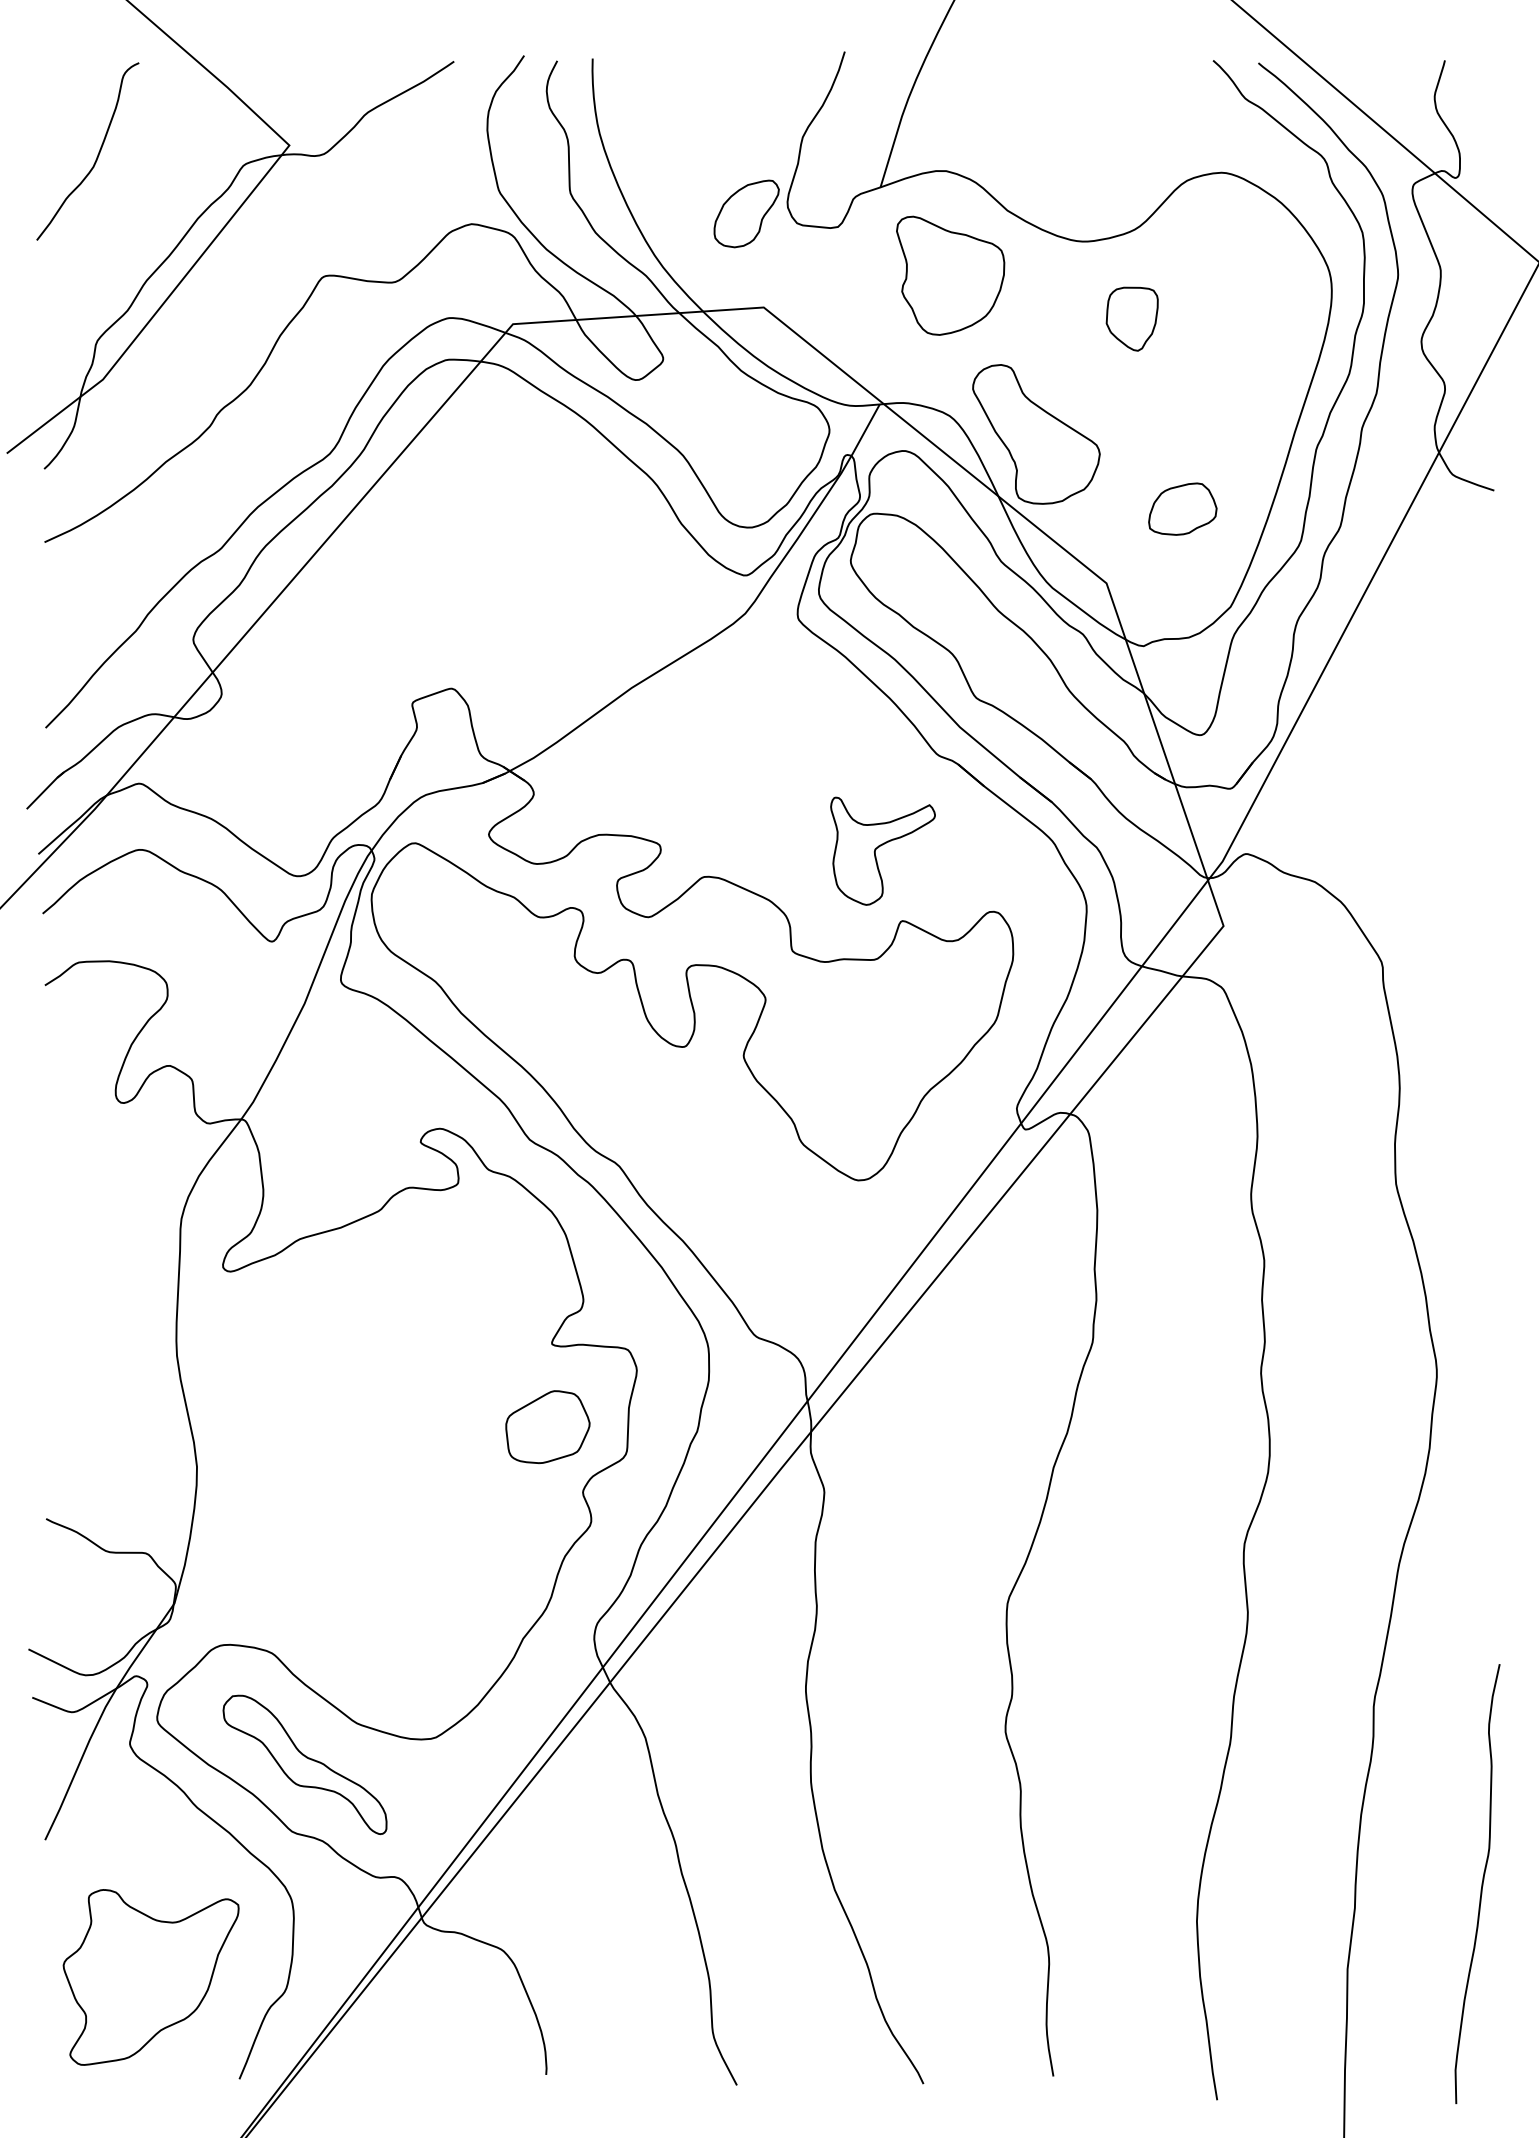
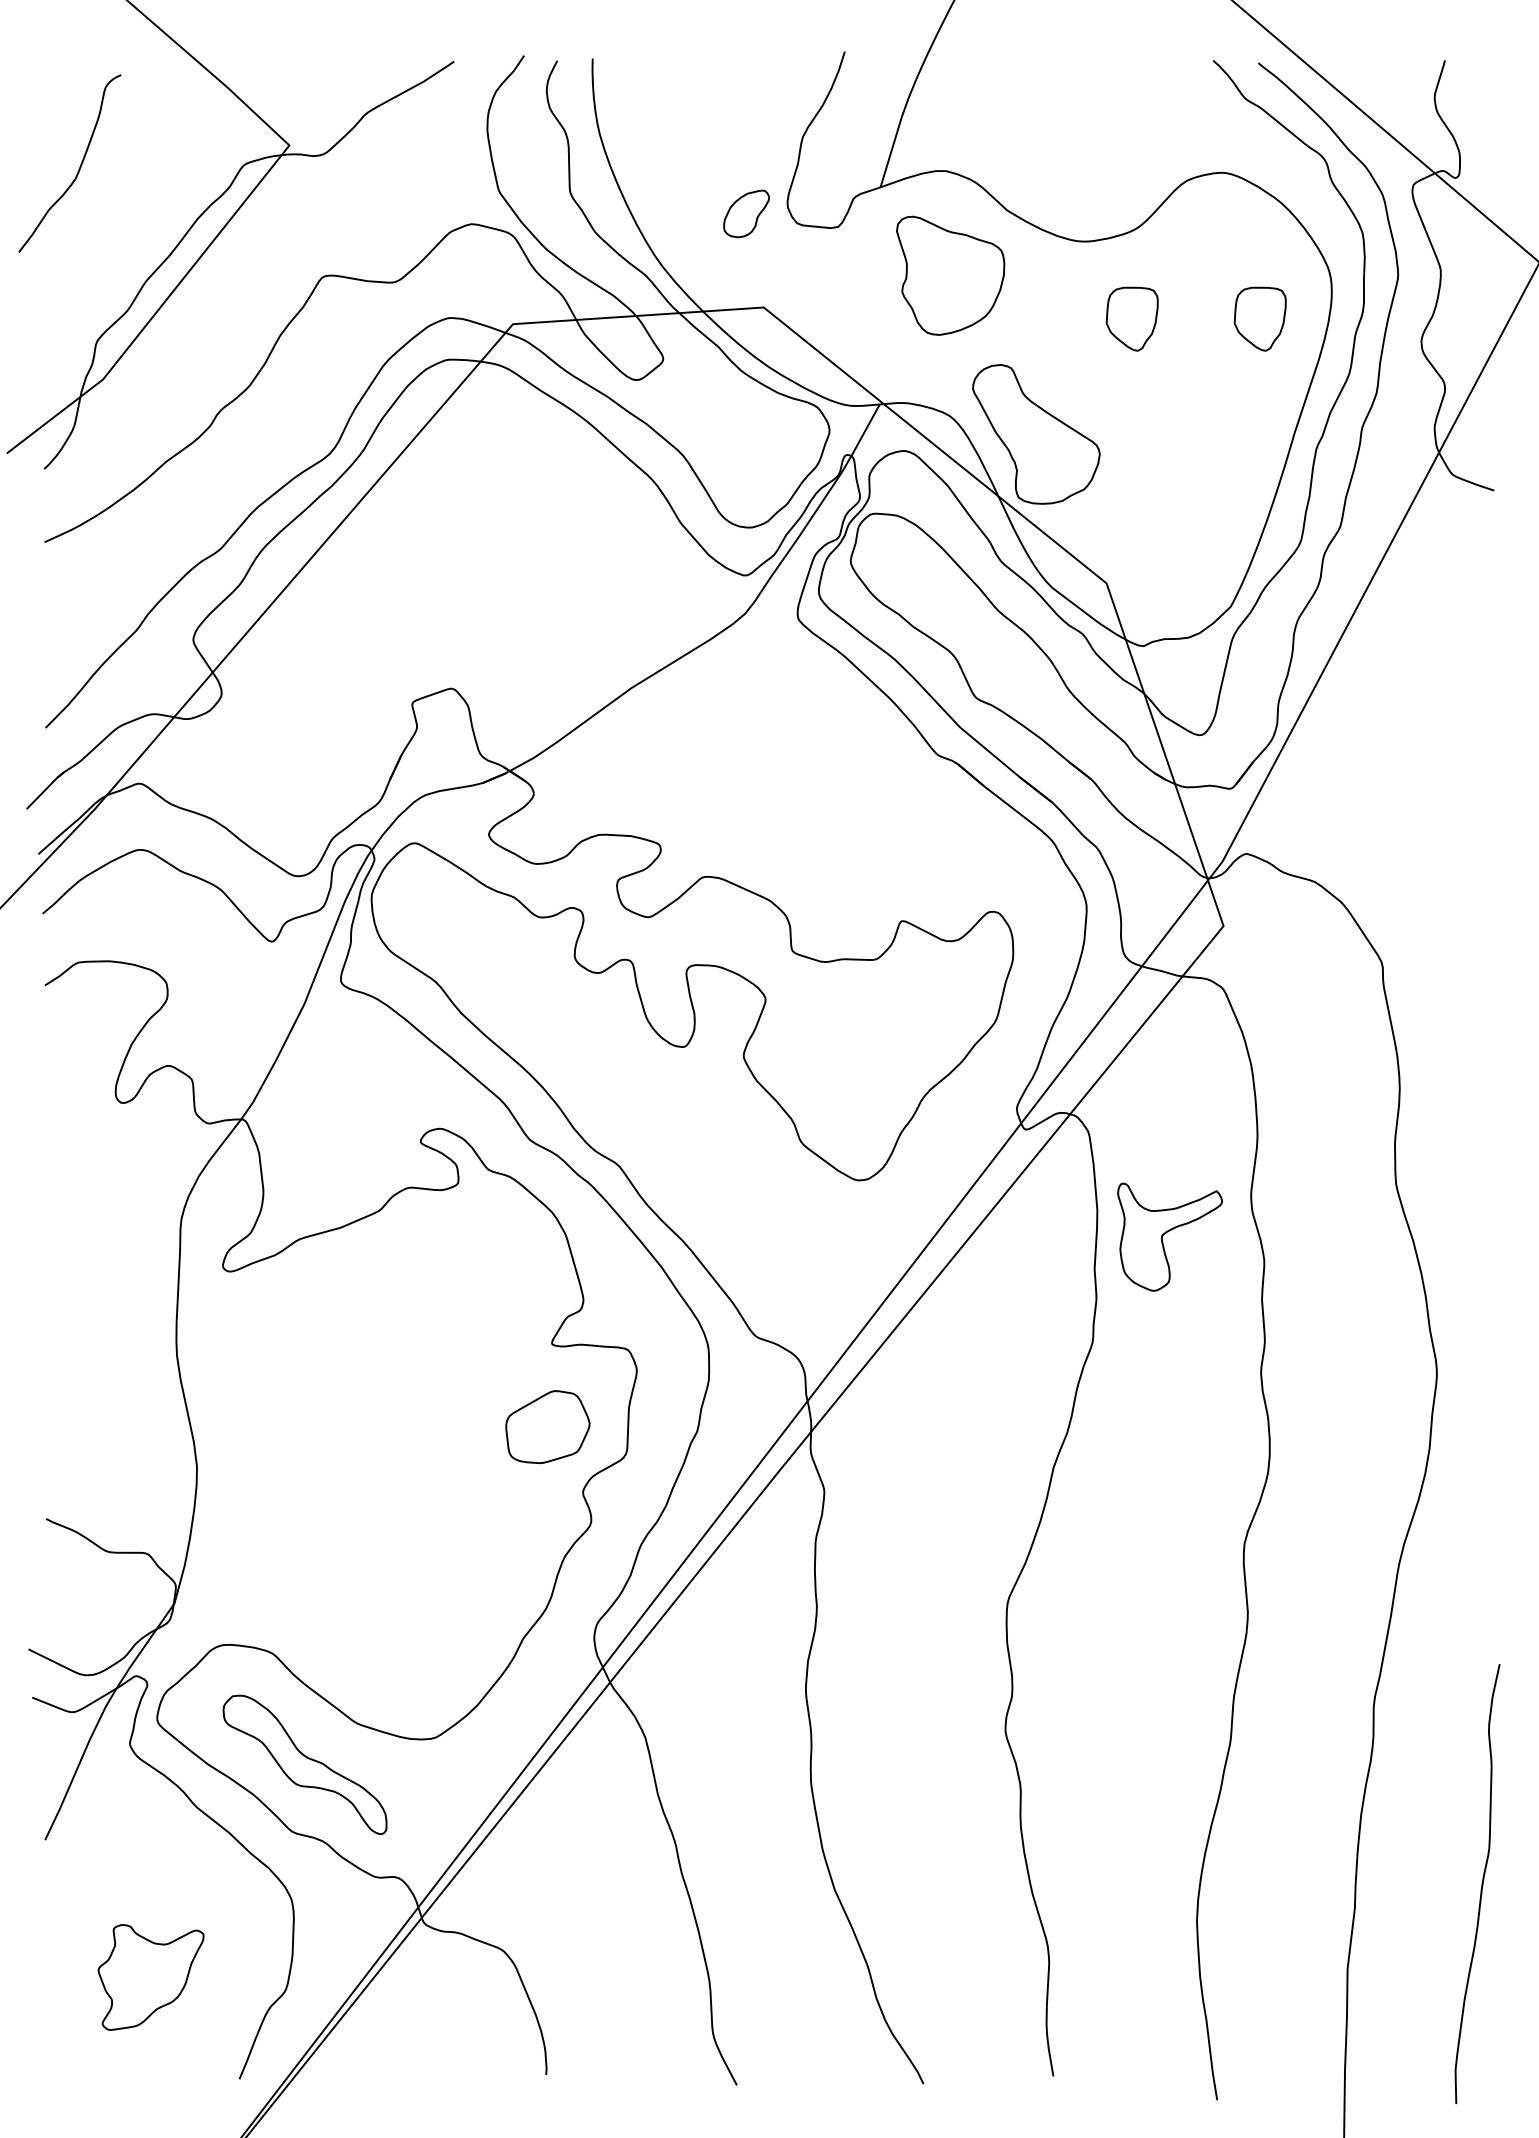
curve at (97, 154) position: (97, 154) -> (79, 166)
part at (746, 213) size: 67x70 px -> 47x50 px
part at (1259, 318): none -> present
part at (1182, 508): present -> none
part at (882, 850) position: (882, 850) -> (1169, 1236)
part at (150, 1977) size: 178x177 px -> 108x107 px
